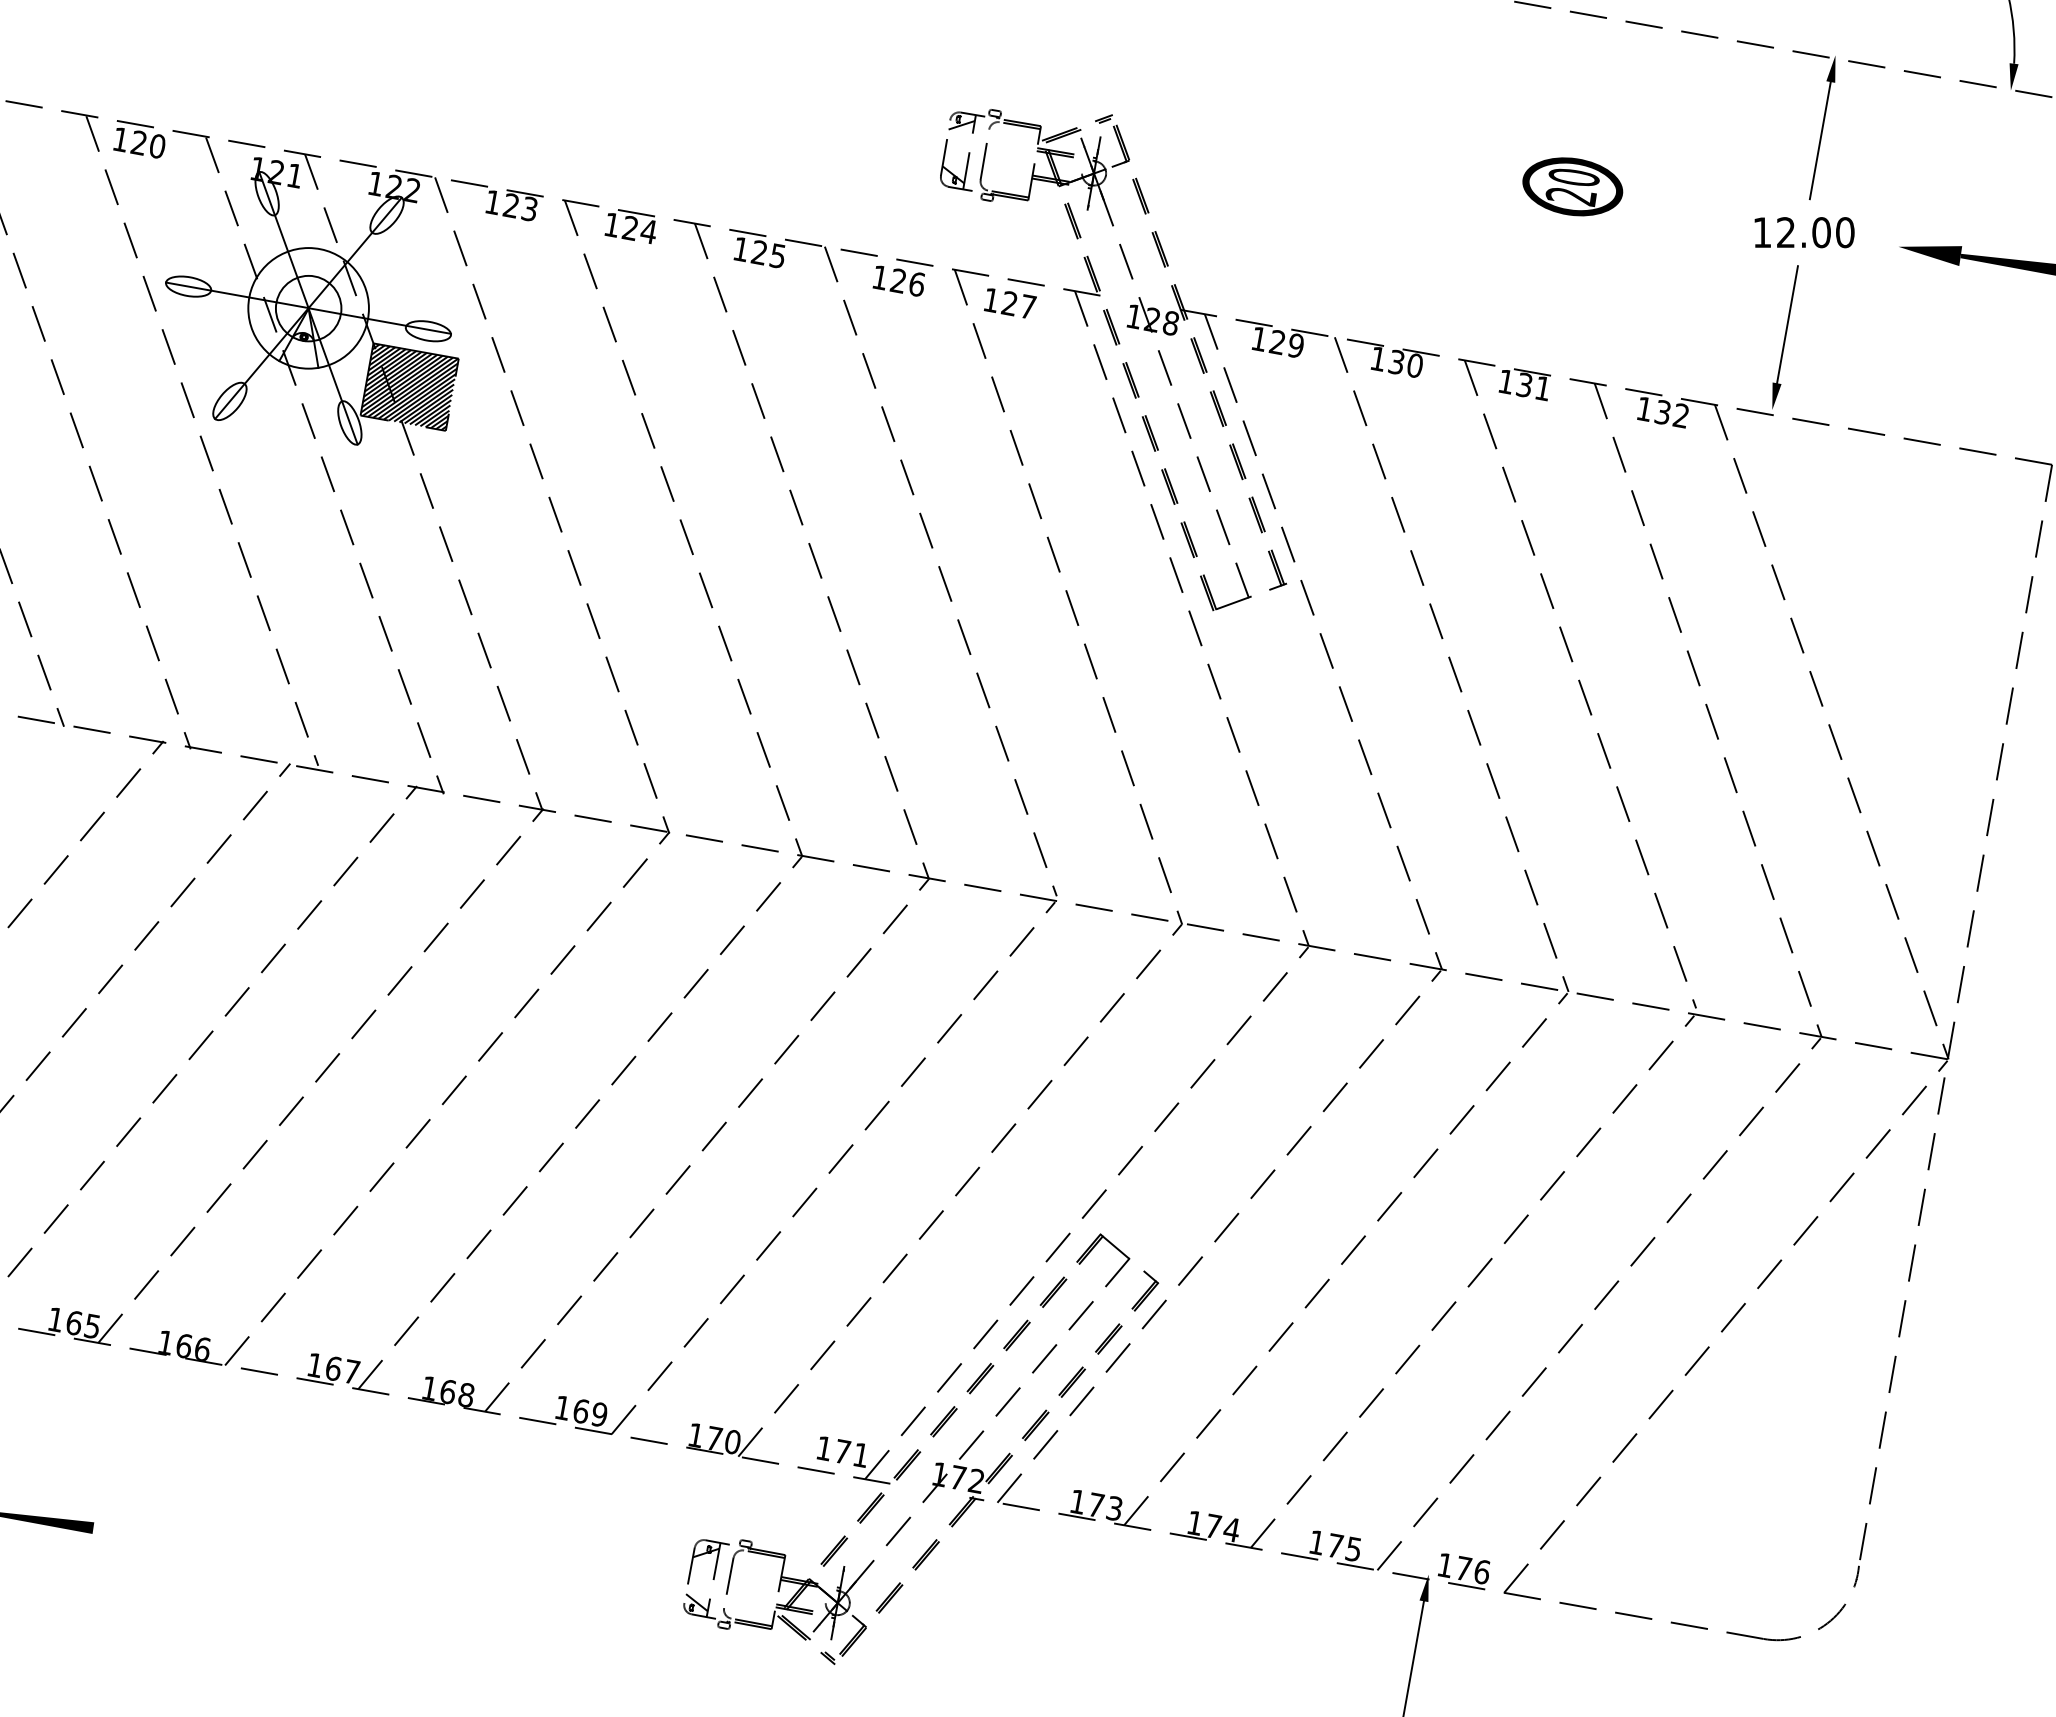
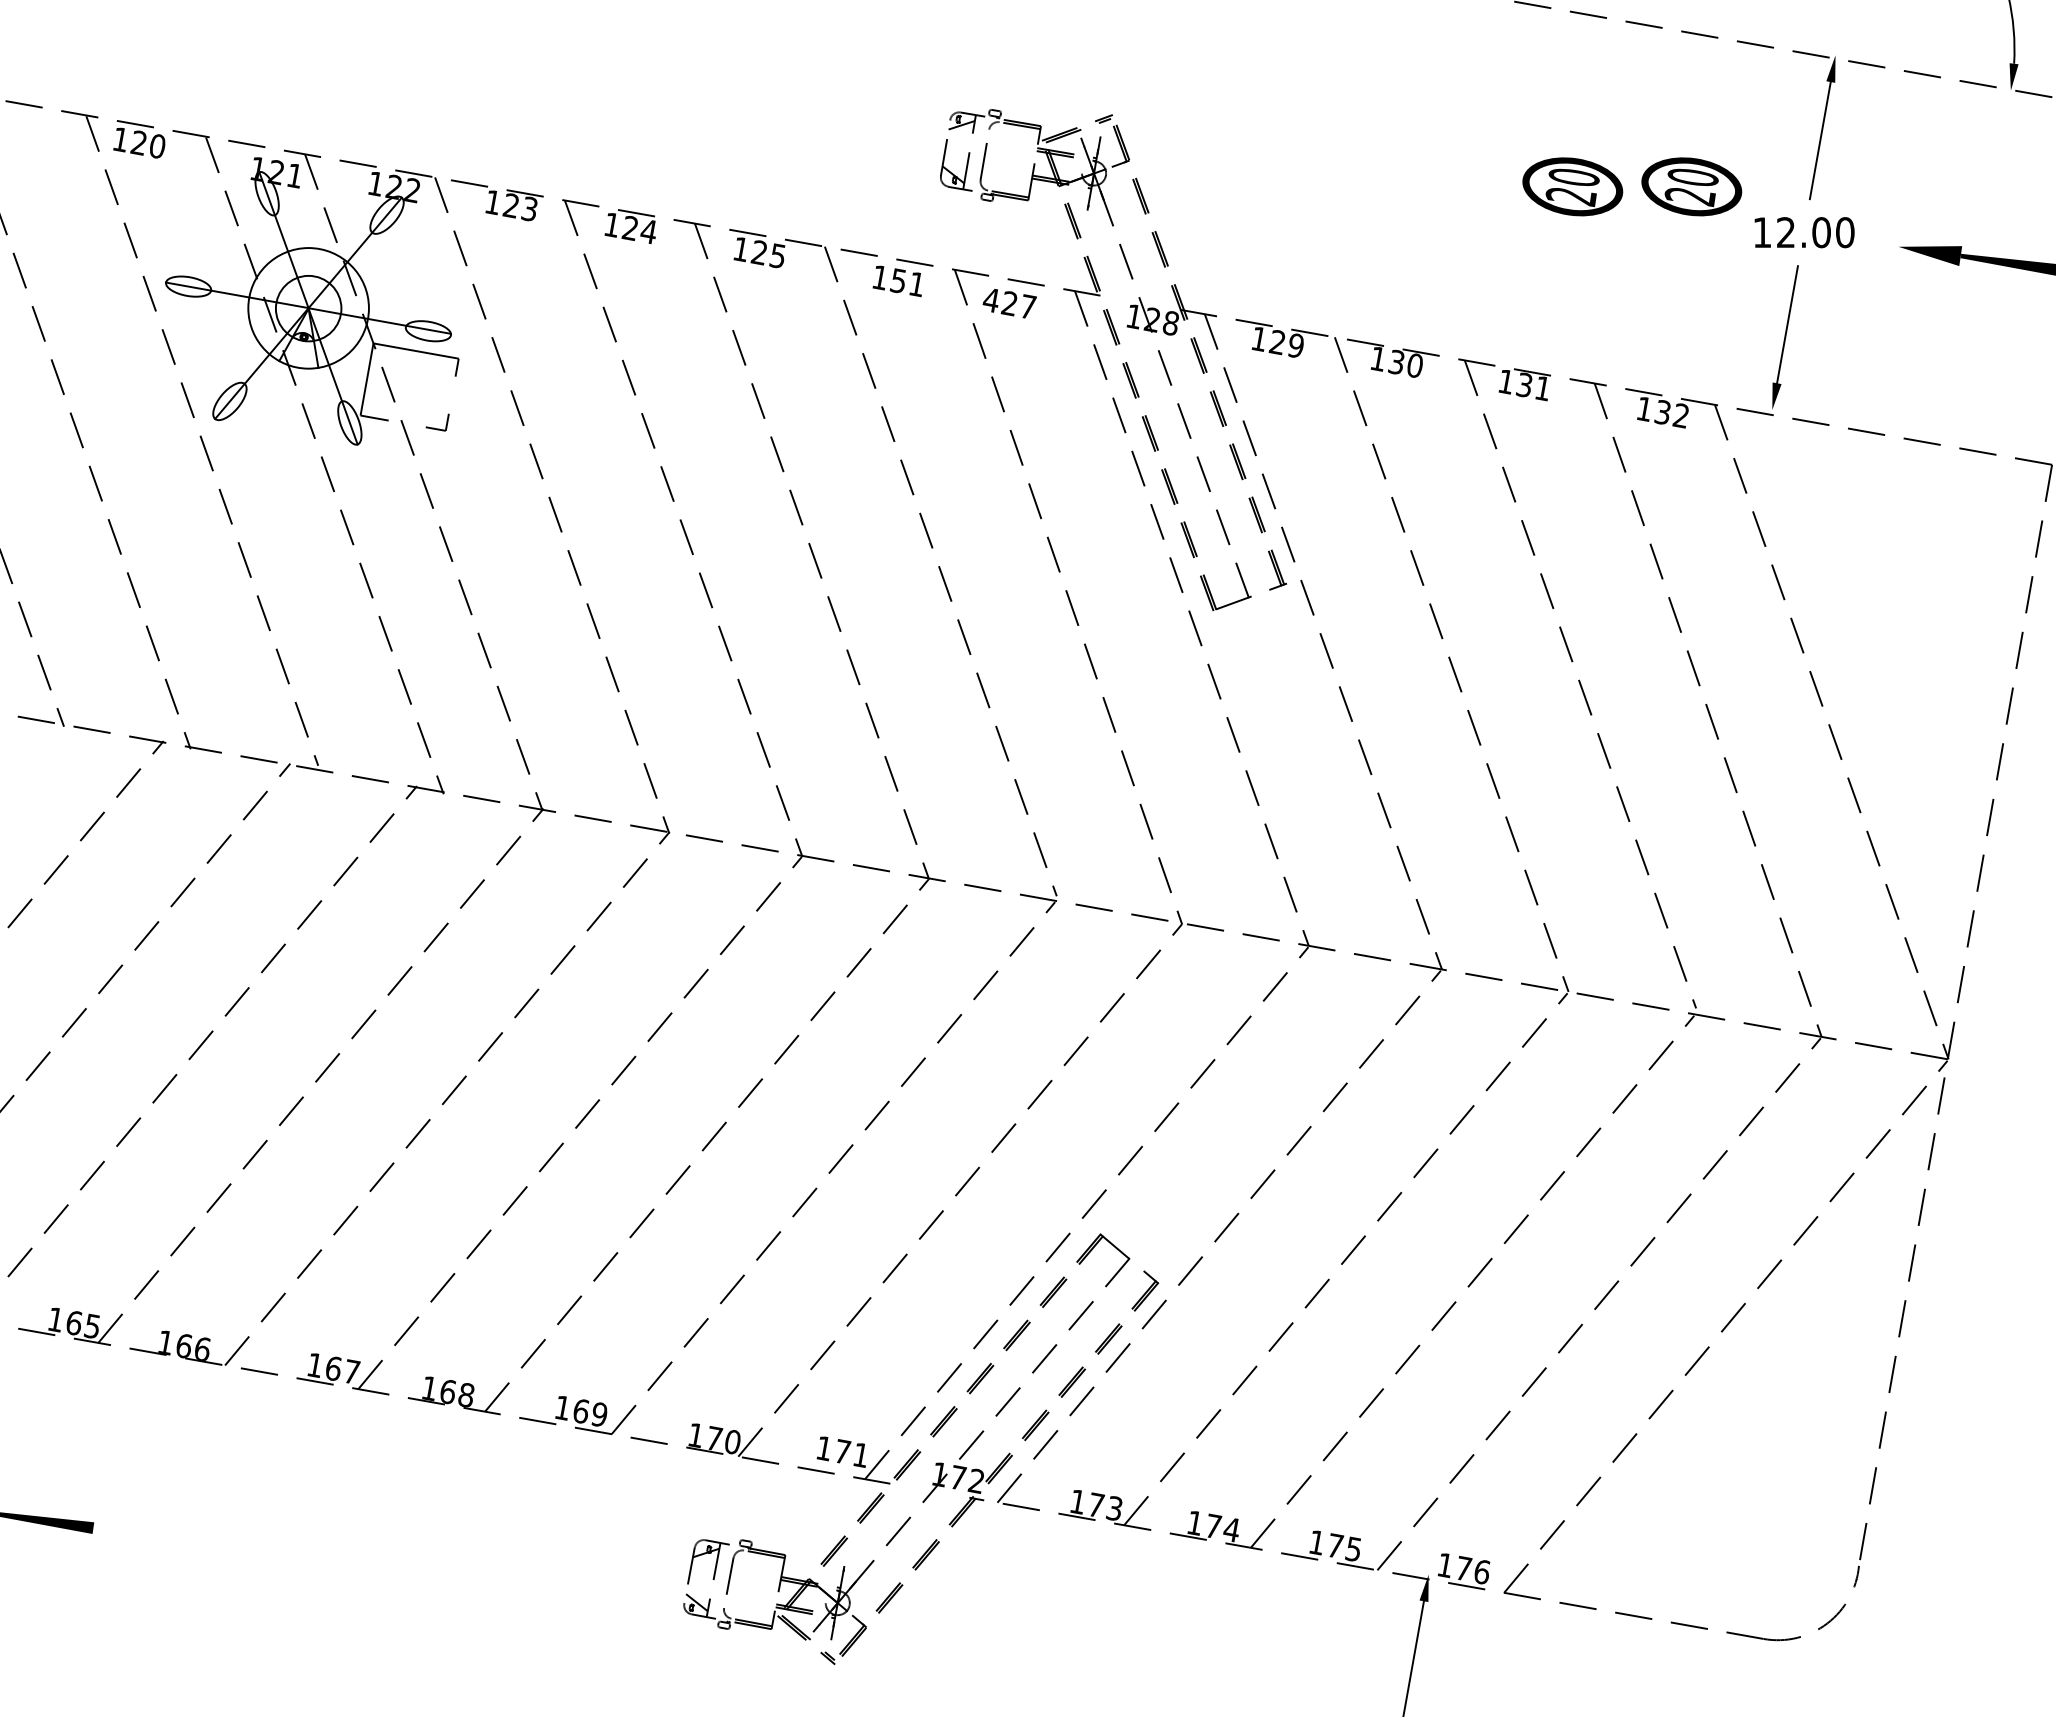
part at (1691, 186): none -> present
text at (906, 282): 126 -> 151
text at (990, 300): 127 -> 427
hatch at (409, 386): present -> none
